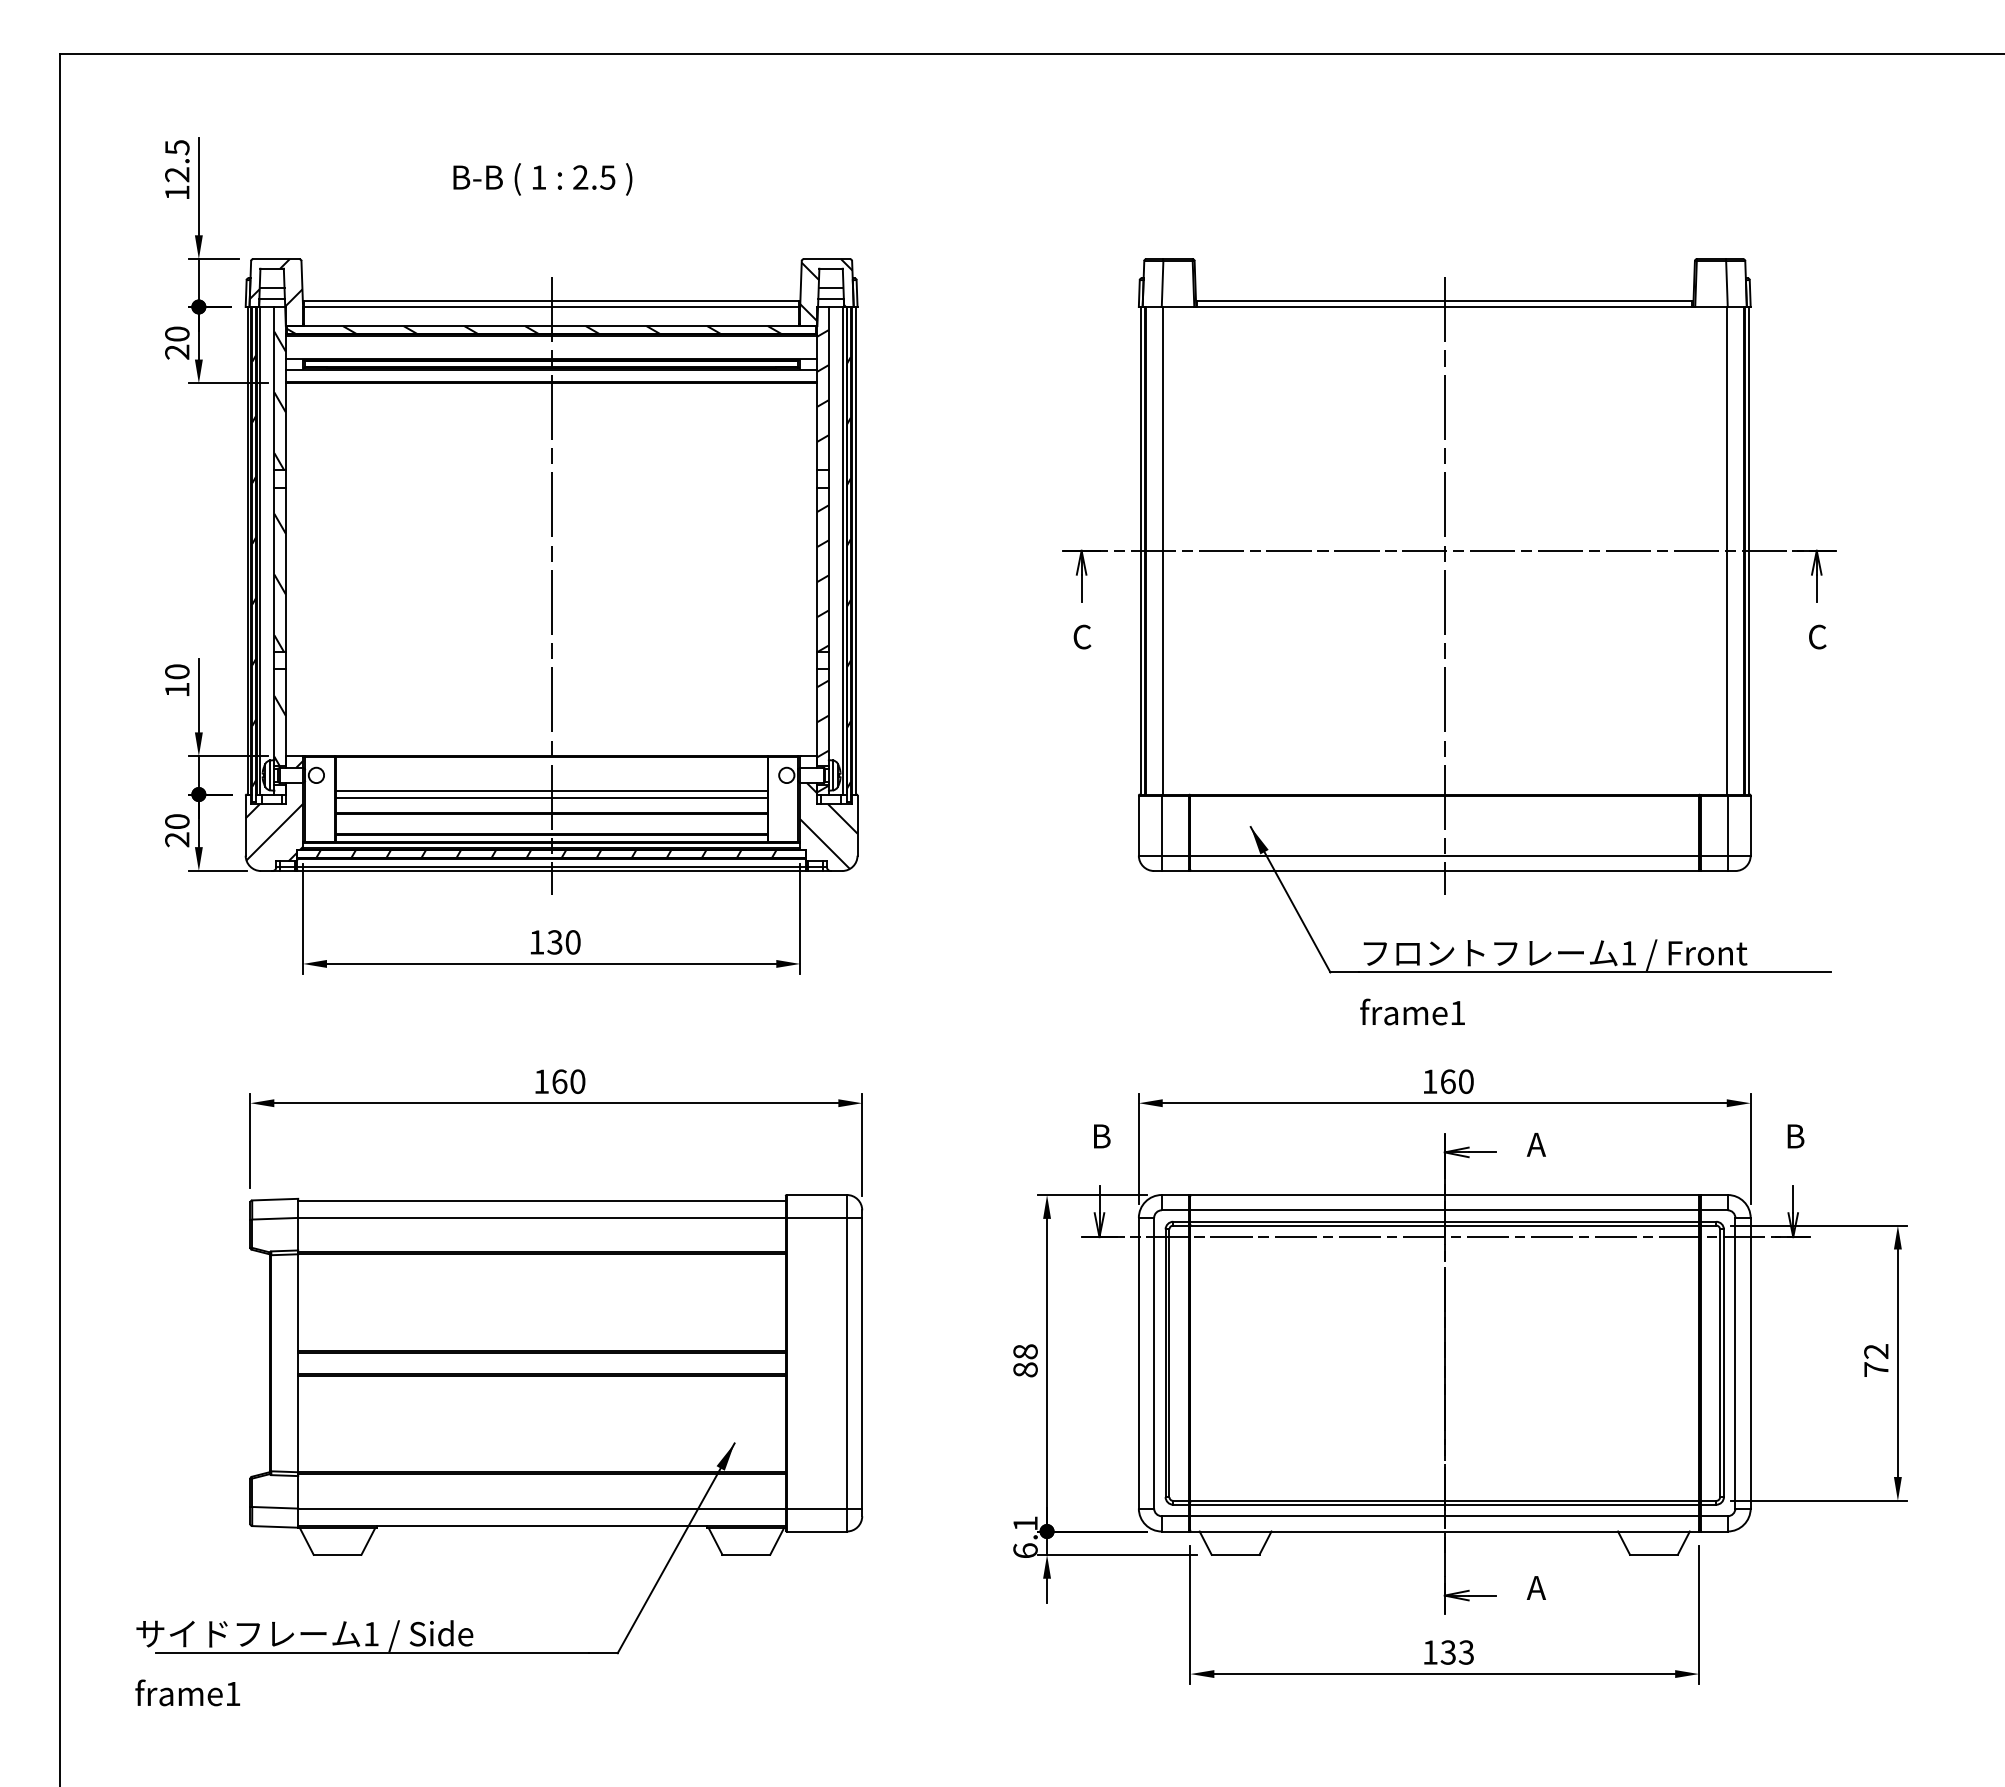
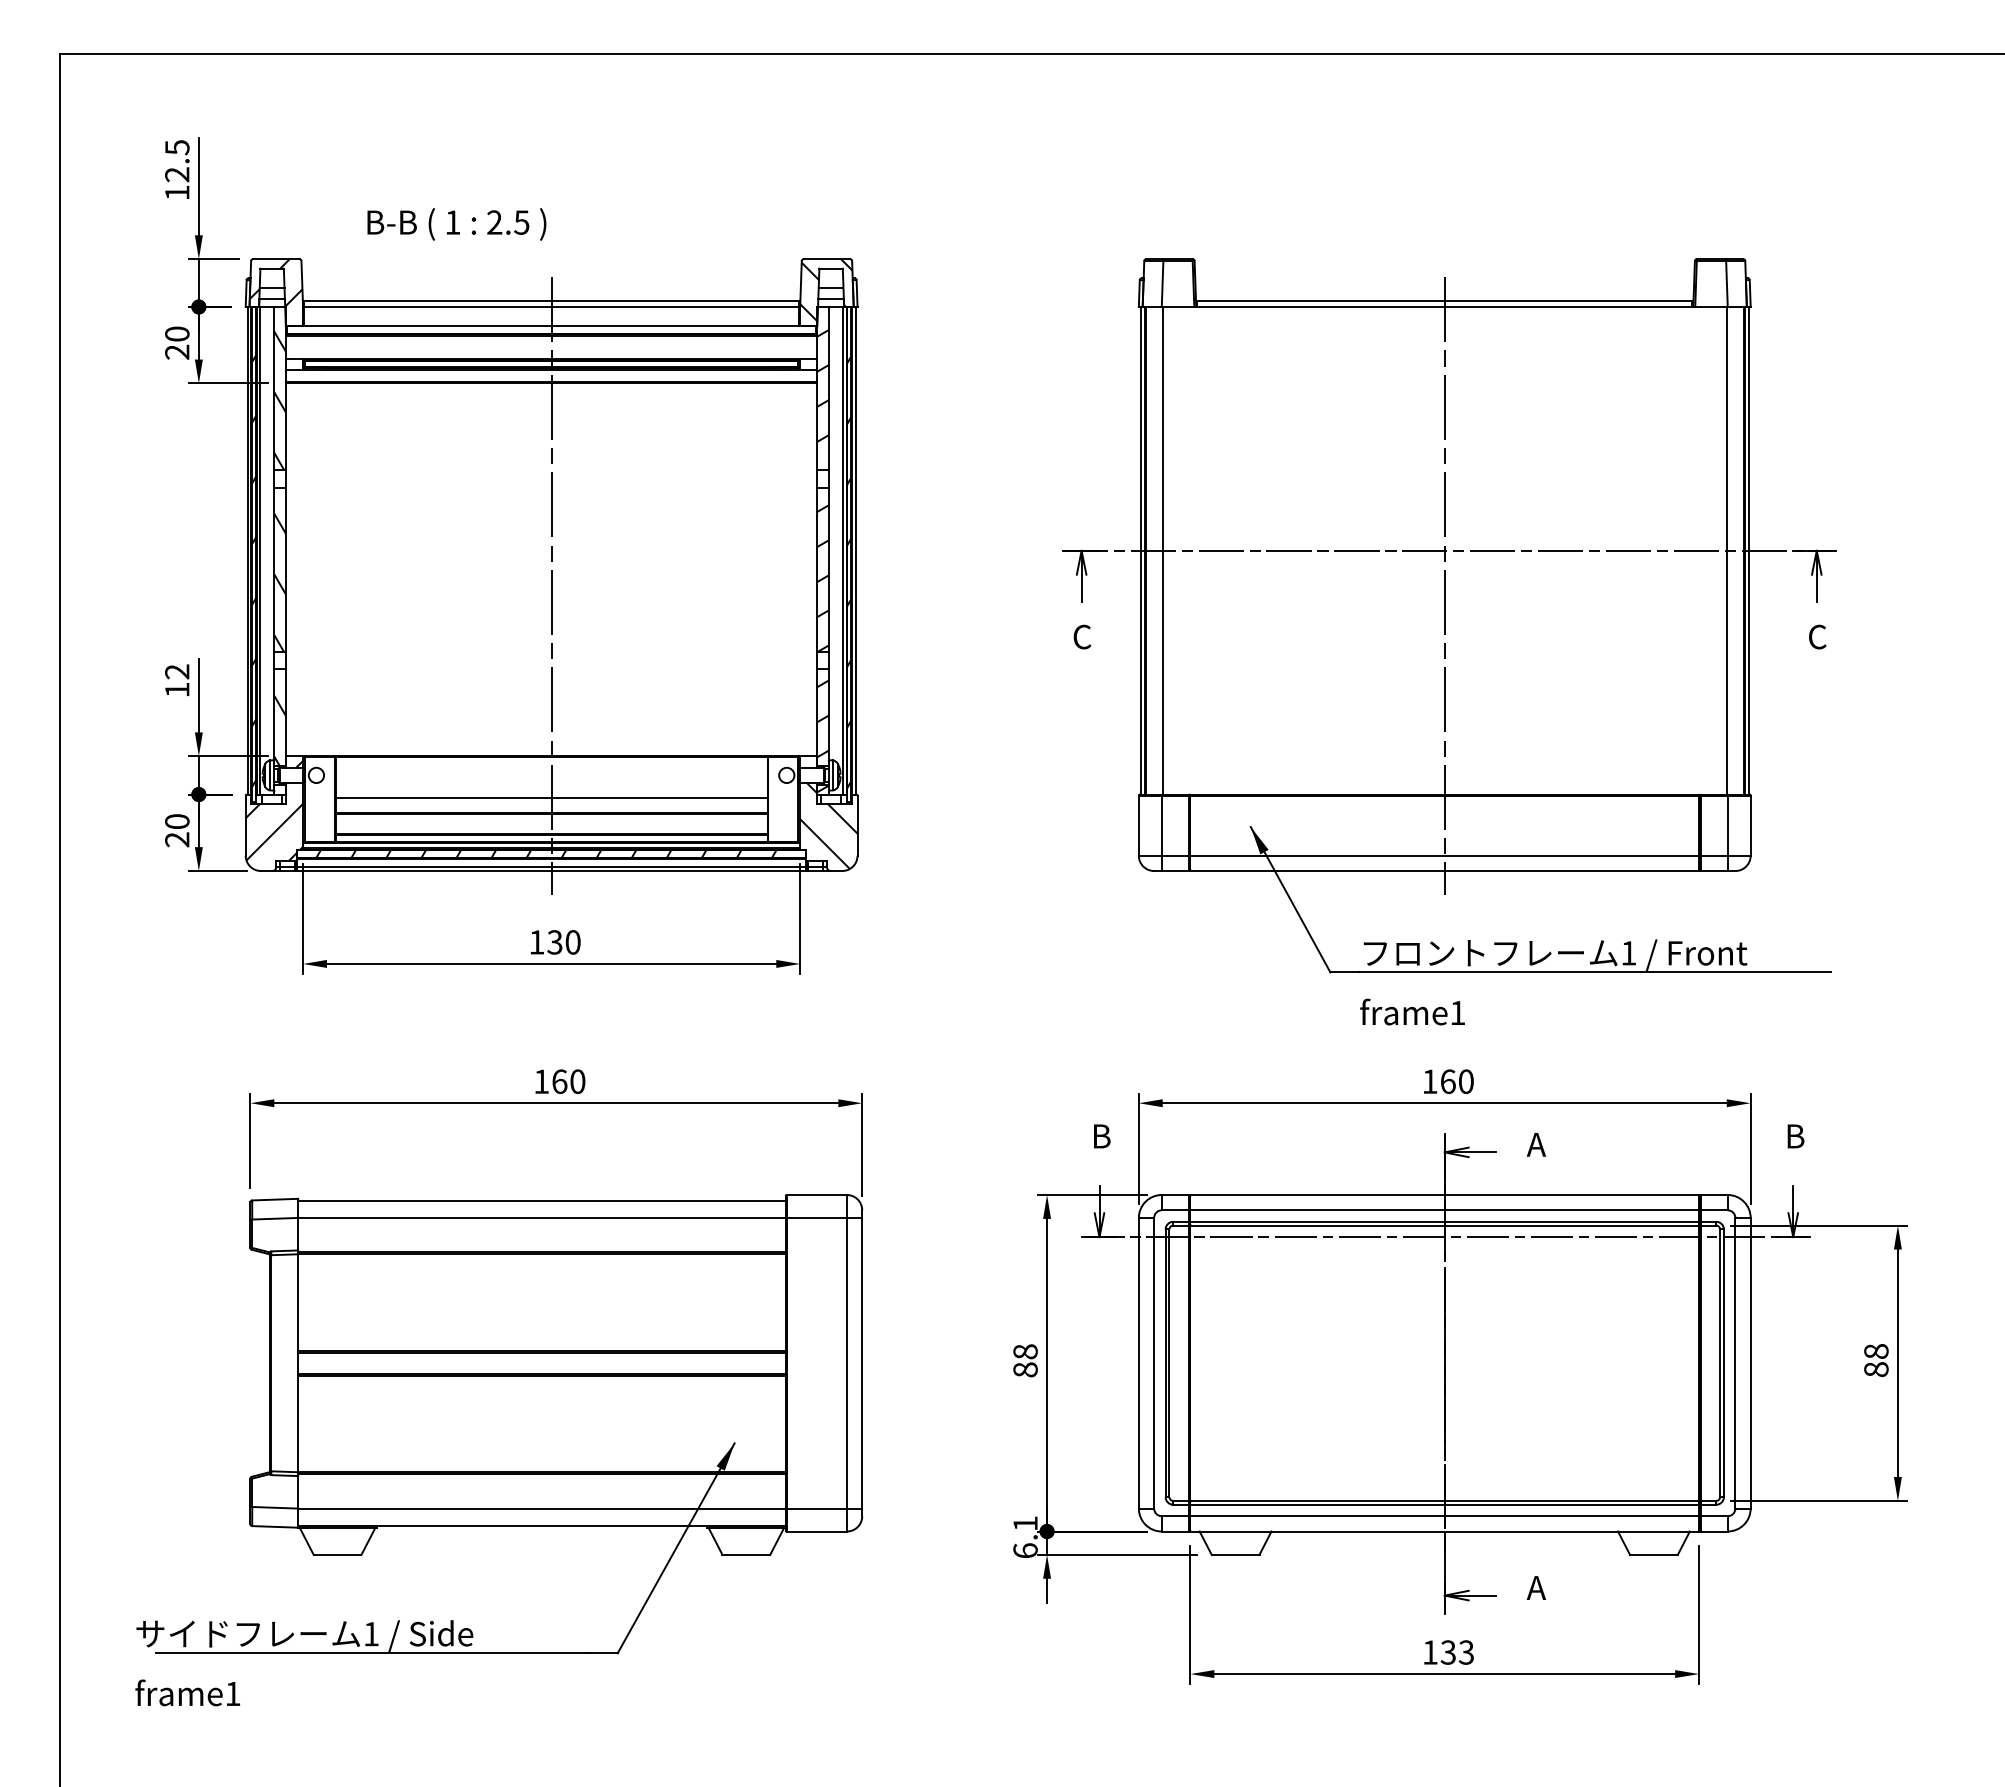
text at (542, 179) position: (542, 179) -> (456, 224)
hatch at (533, 329): present -> none
text at (177, 671): 10 -> 12
line at (551, 790): present -> none
text at (1876, 1360): 72 -> 88
